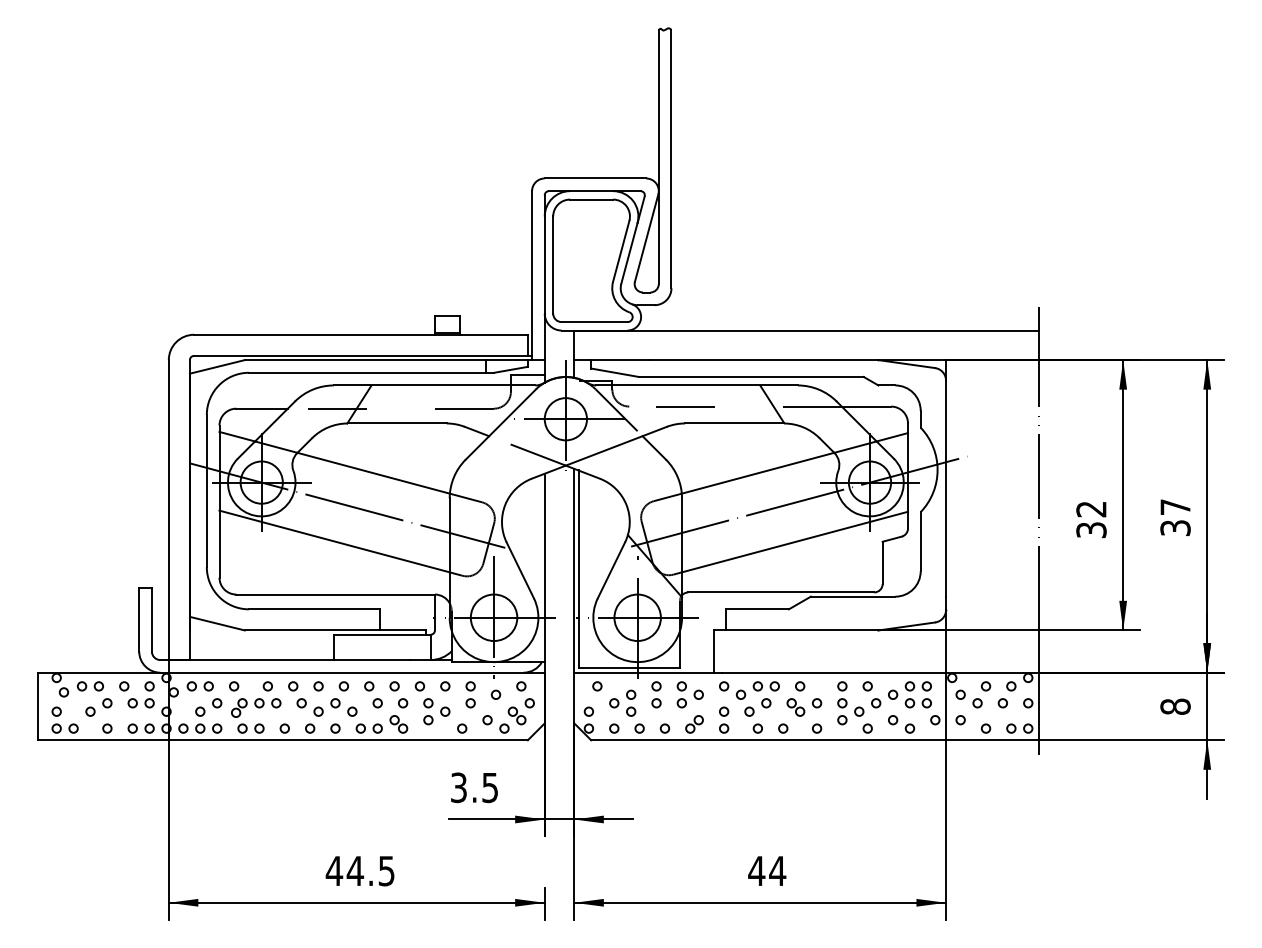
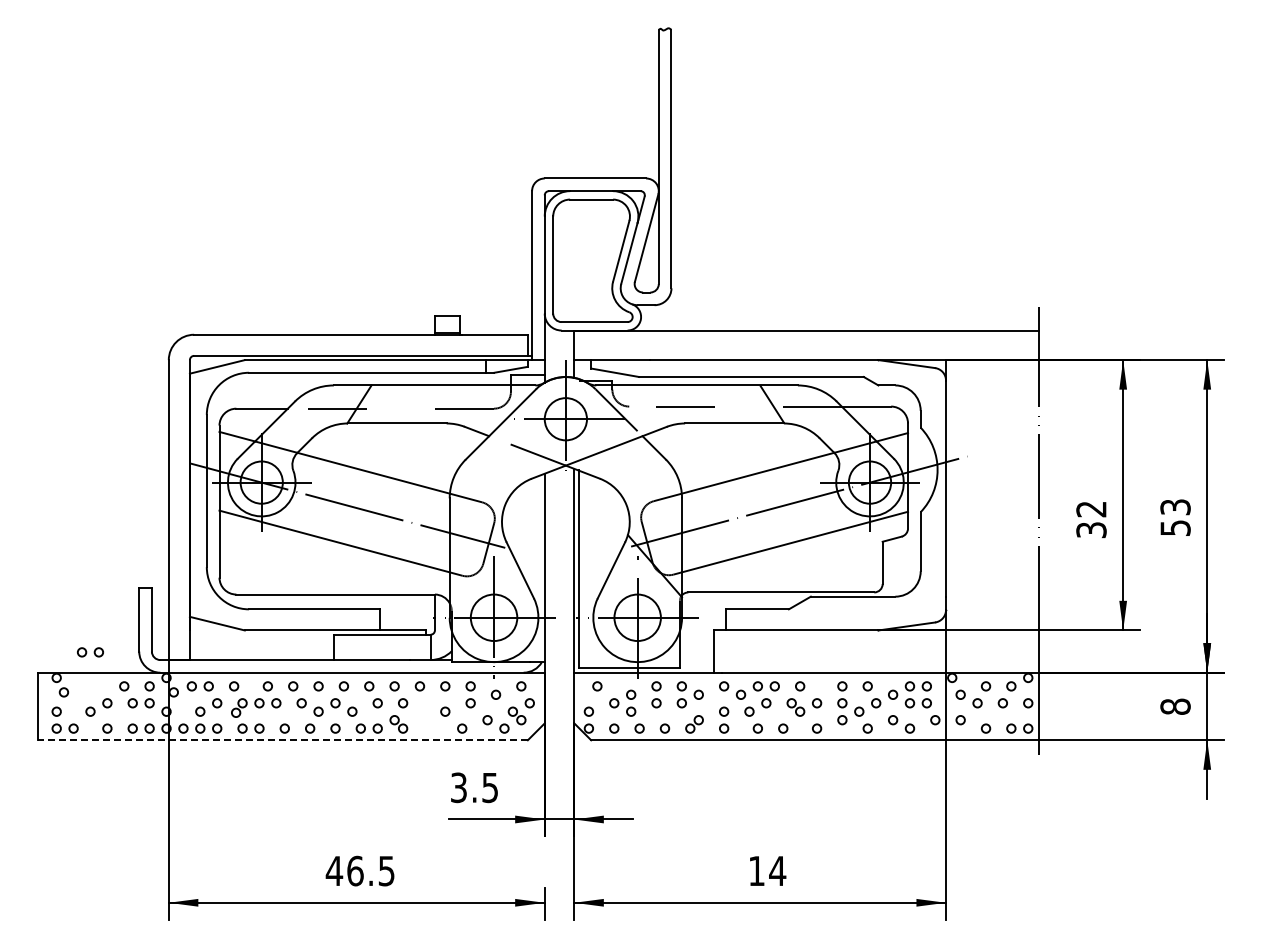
text at (1175, 517): 37 -> 53
part at (90, 686) position: (90, 686) -> (90, 652)
part at (428, 711): present -> none
line at (282, 740): solid -> dashed
text at (354, 870): 44.5 -> 46.5
text at (756, 870): 44 -> 14
